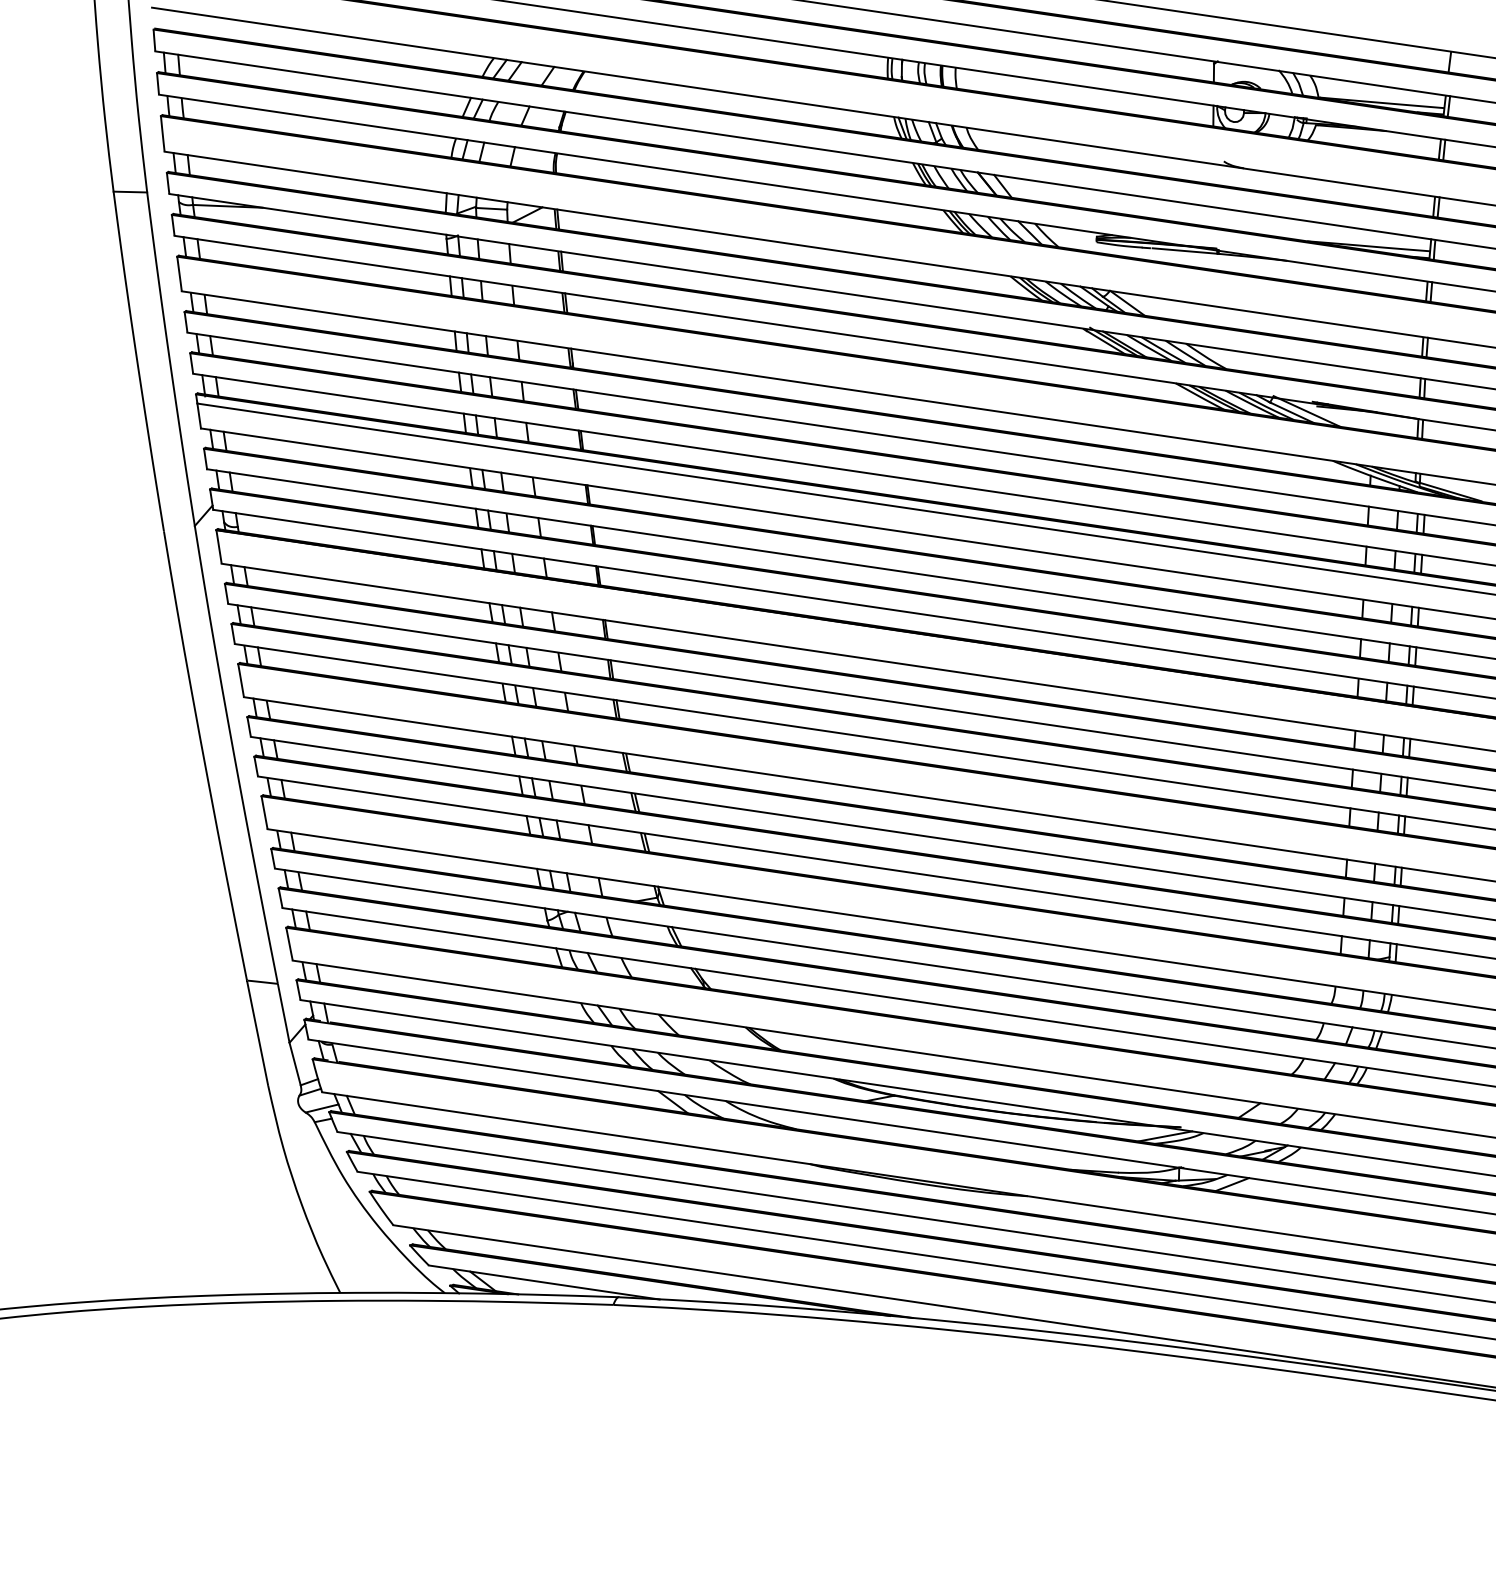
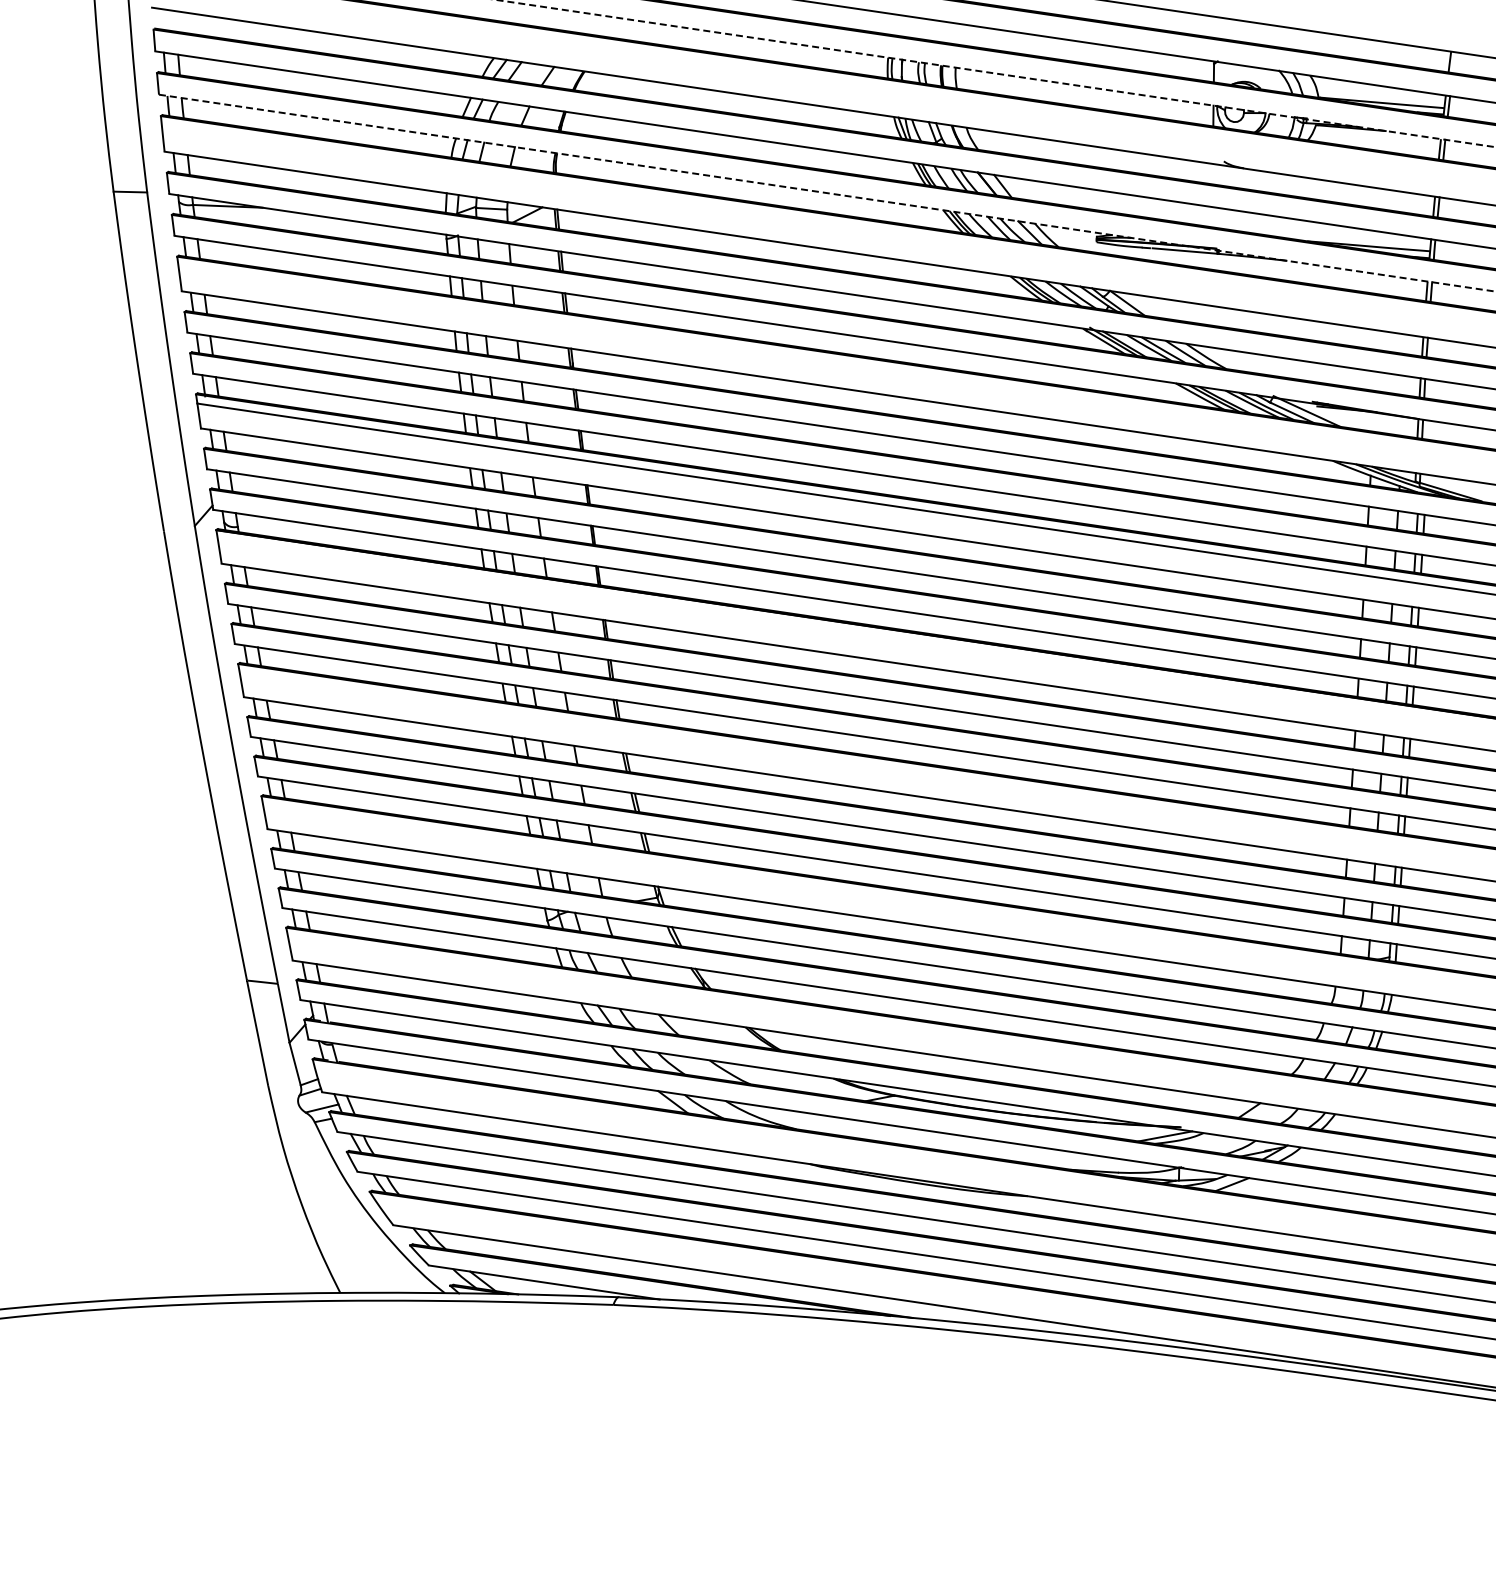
line at (996, 73): solid -> dashed
line at (827, 193): solid -> dashed
